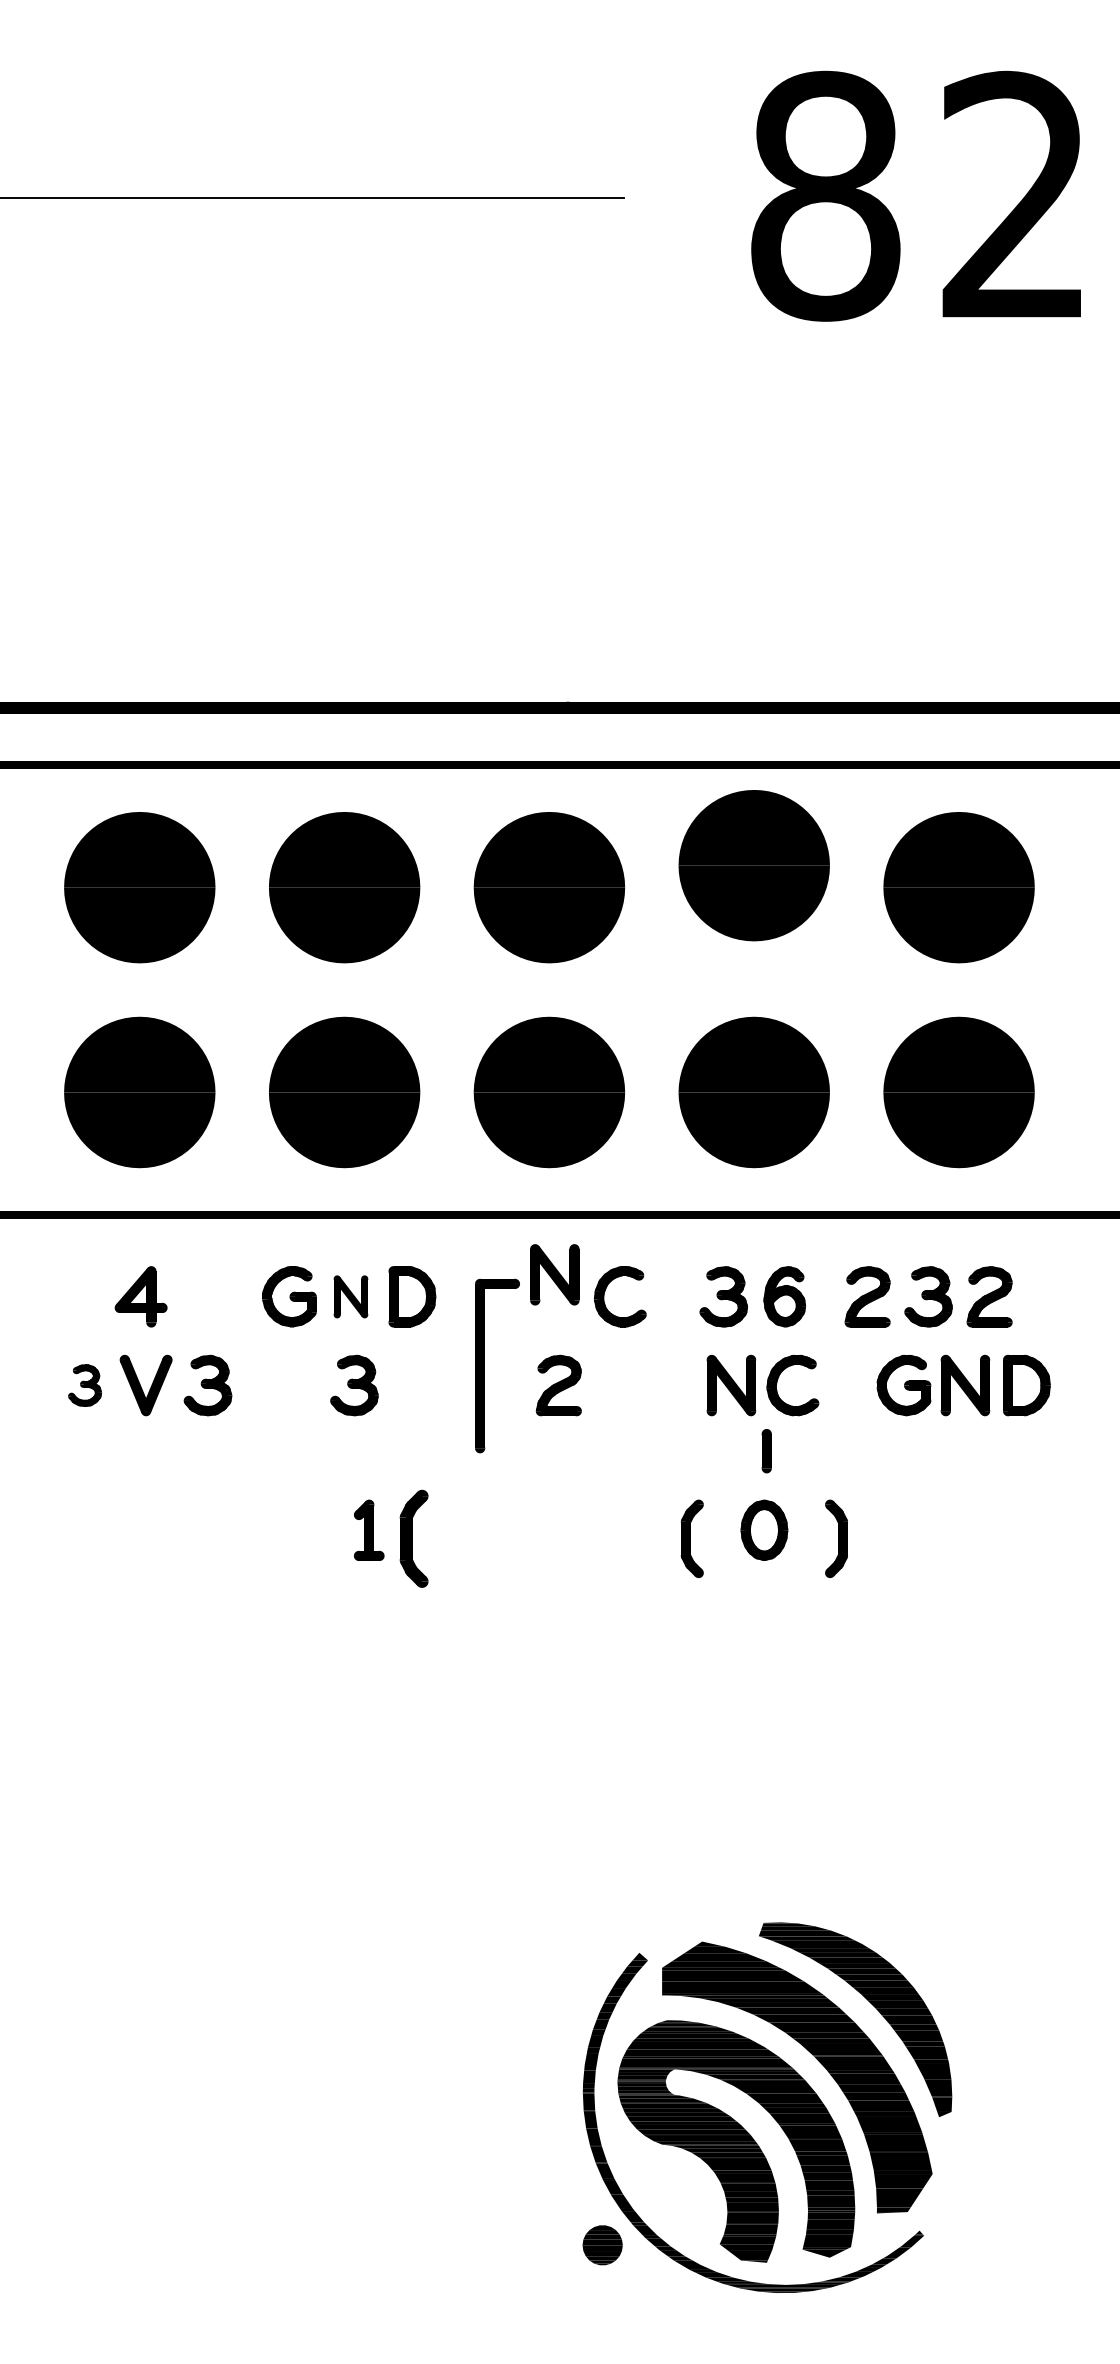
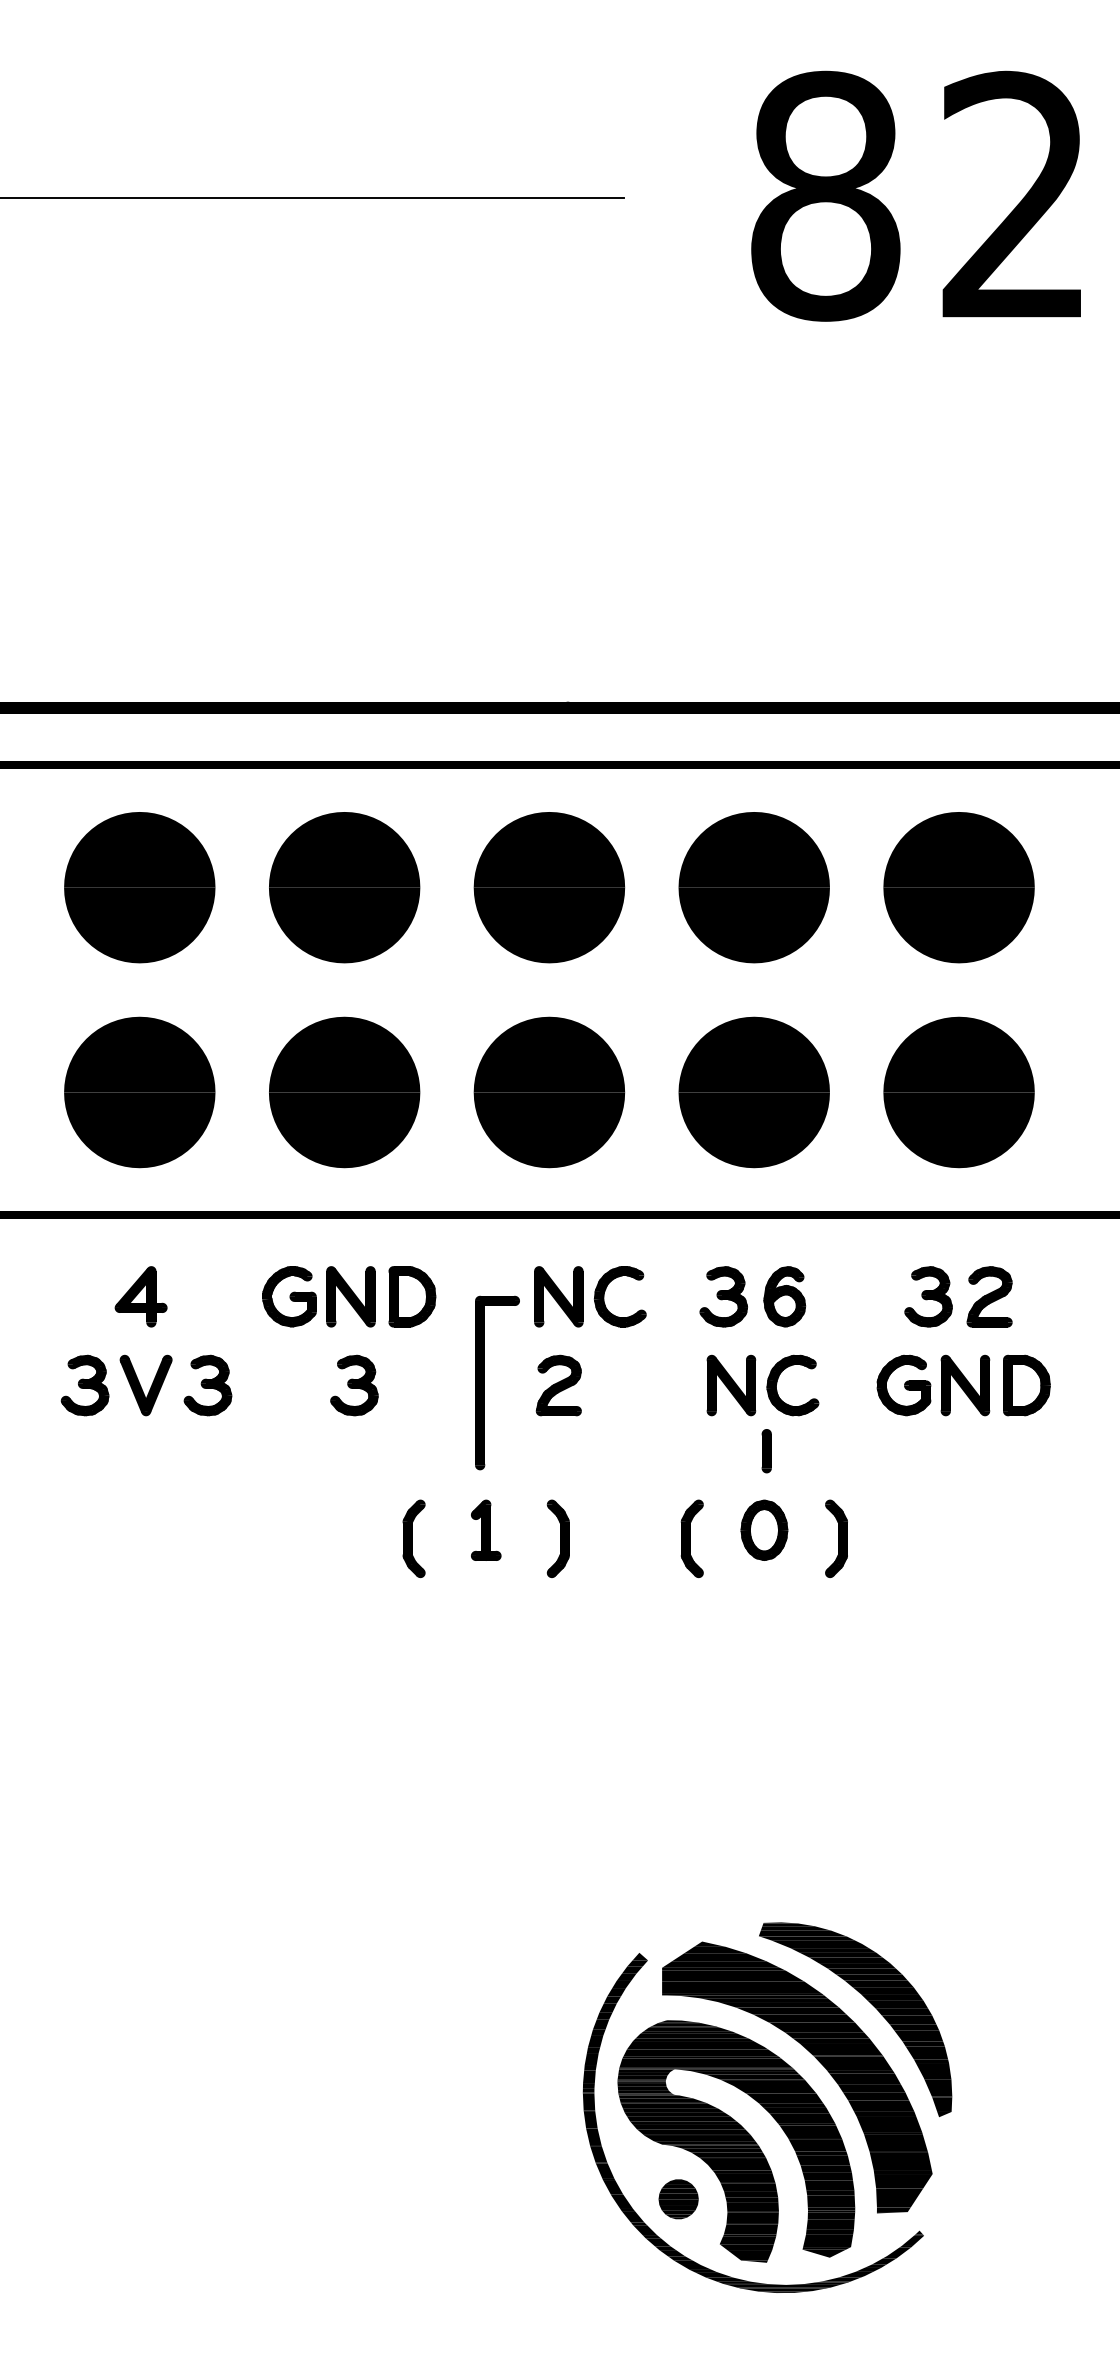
part at (753, 865) position: (753, 865) -> (753, 887)
part at (554, 1274) position: (554, 1274) -> (558, 1296)
part at (350, 1296) size: 36x44 px -> 50x62 px
part at (867, 1296): present -> none
part at (484, 1365) position: (484, 1365) -> (484, 1382)
part at (84, 1385) size: 34x43 px -> 50x63 px
part at (369, 1529) position: (369, 1529) -> (486, 1529)
part at (413, 1538) size: 30x99 px -> 24x80 px
part at (557, 1538): none -> present
part at (602, 2245) position: (602, 2245) -> (678, 2199)
